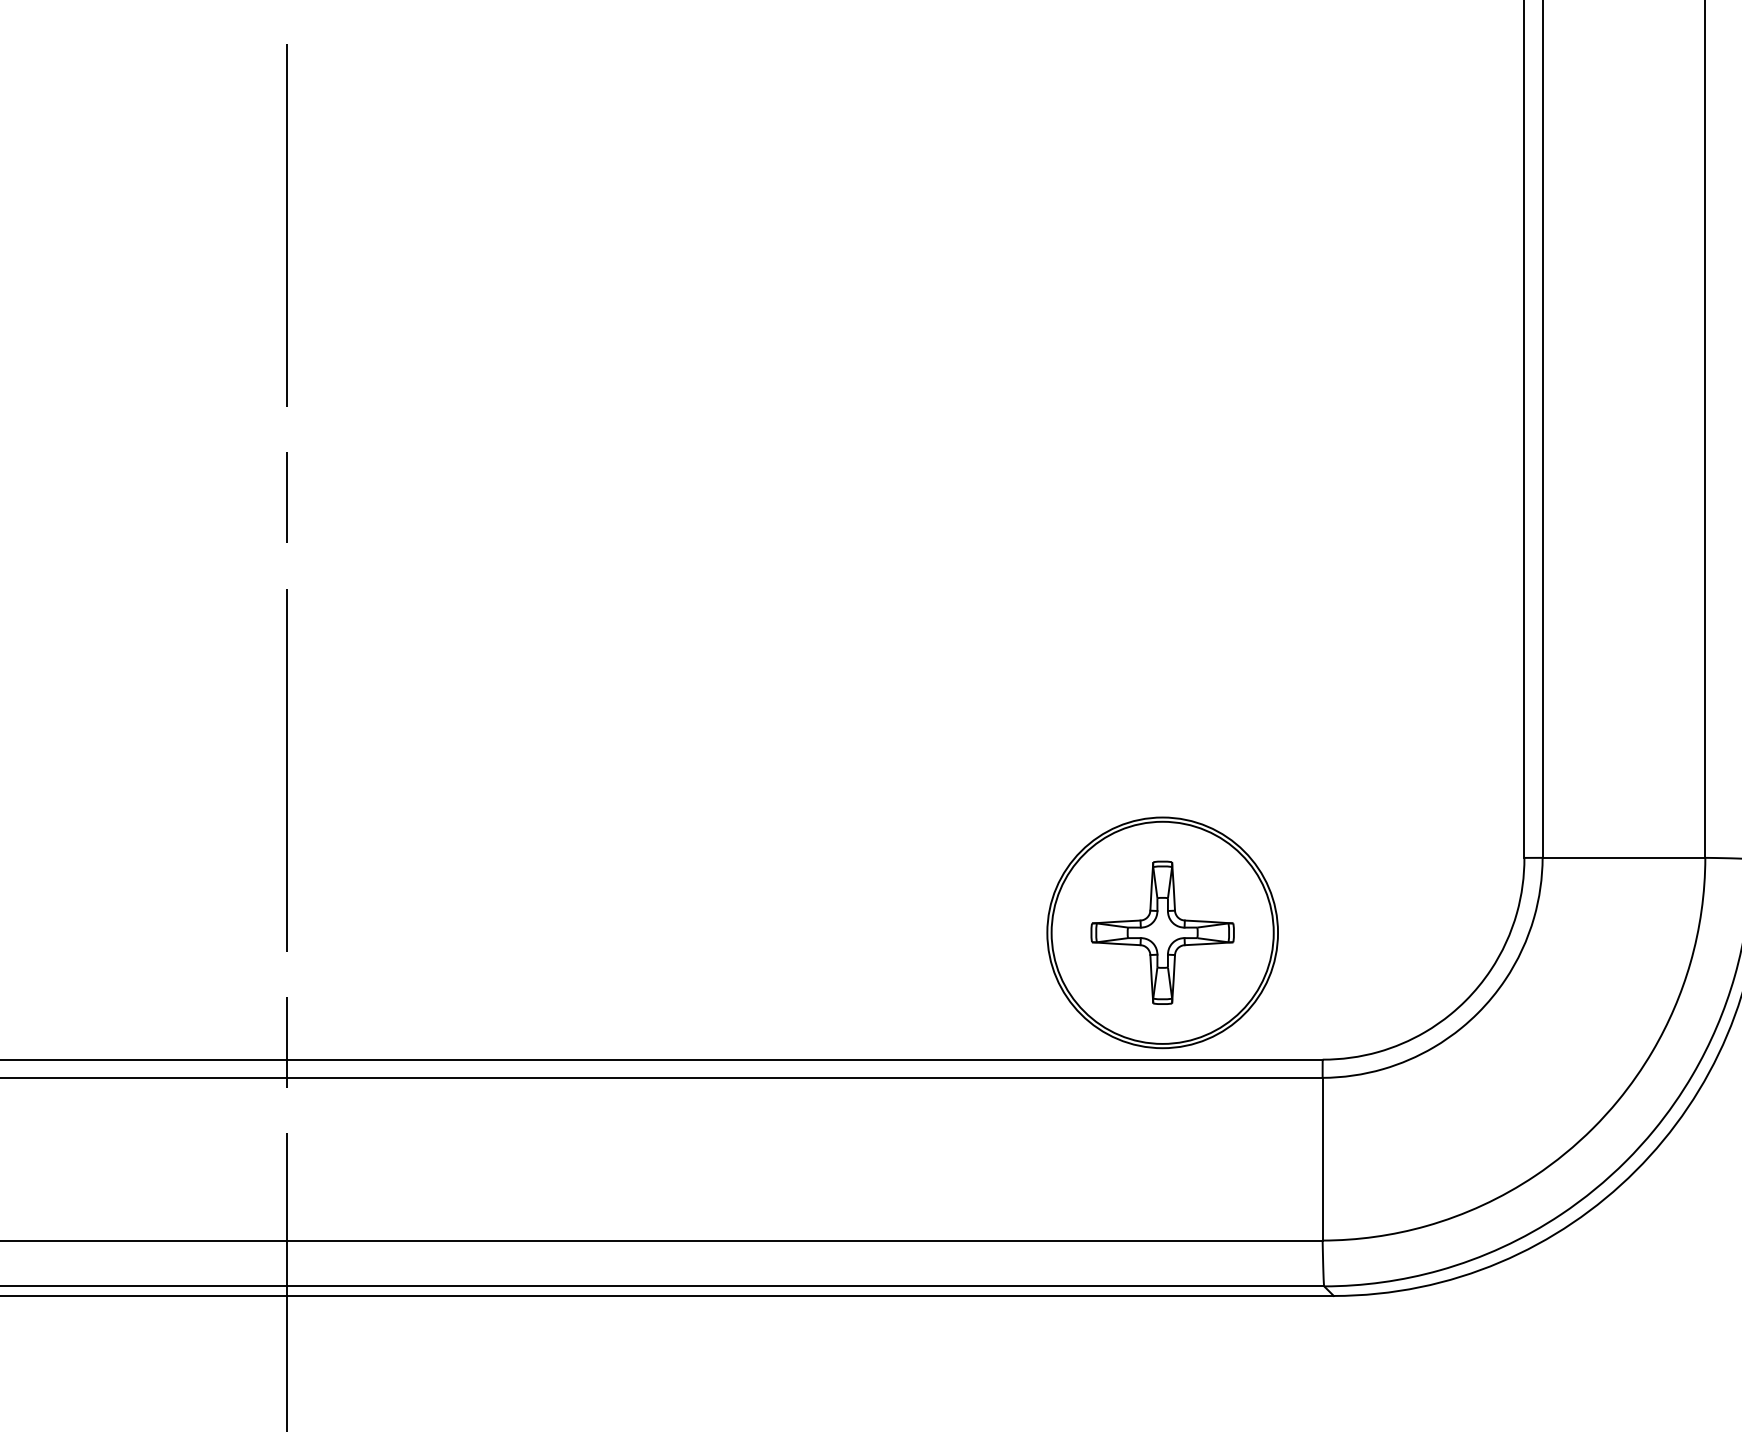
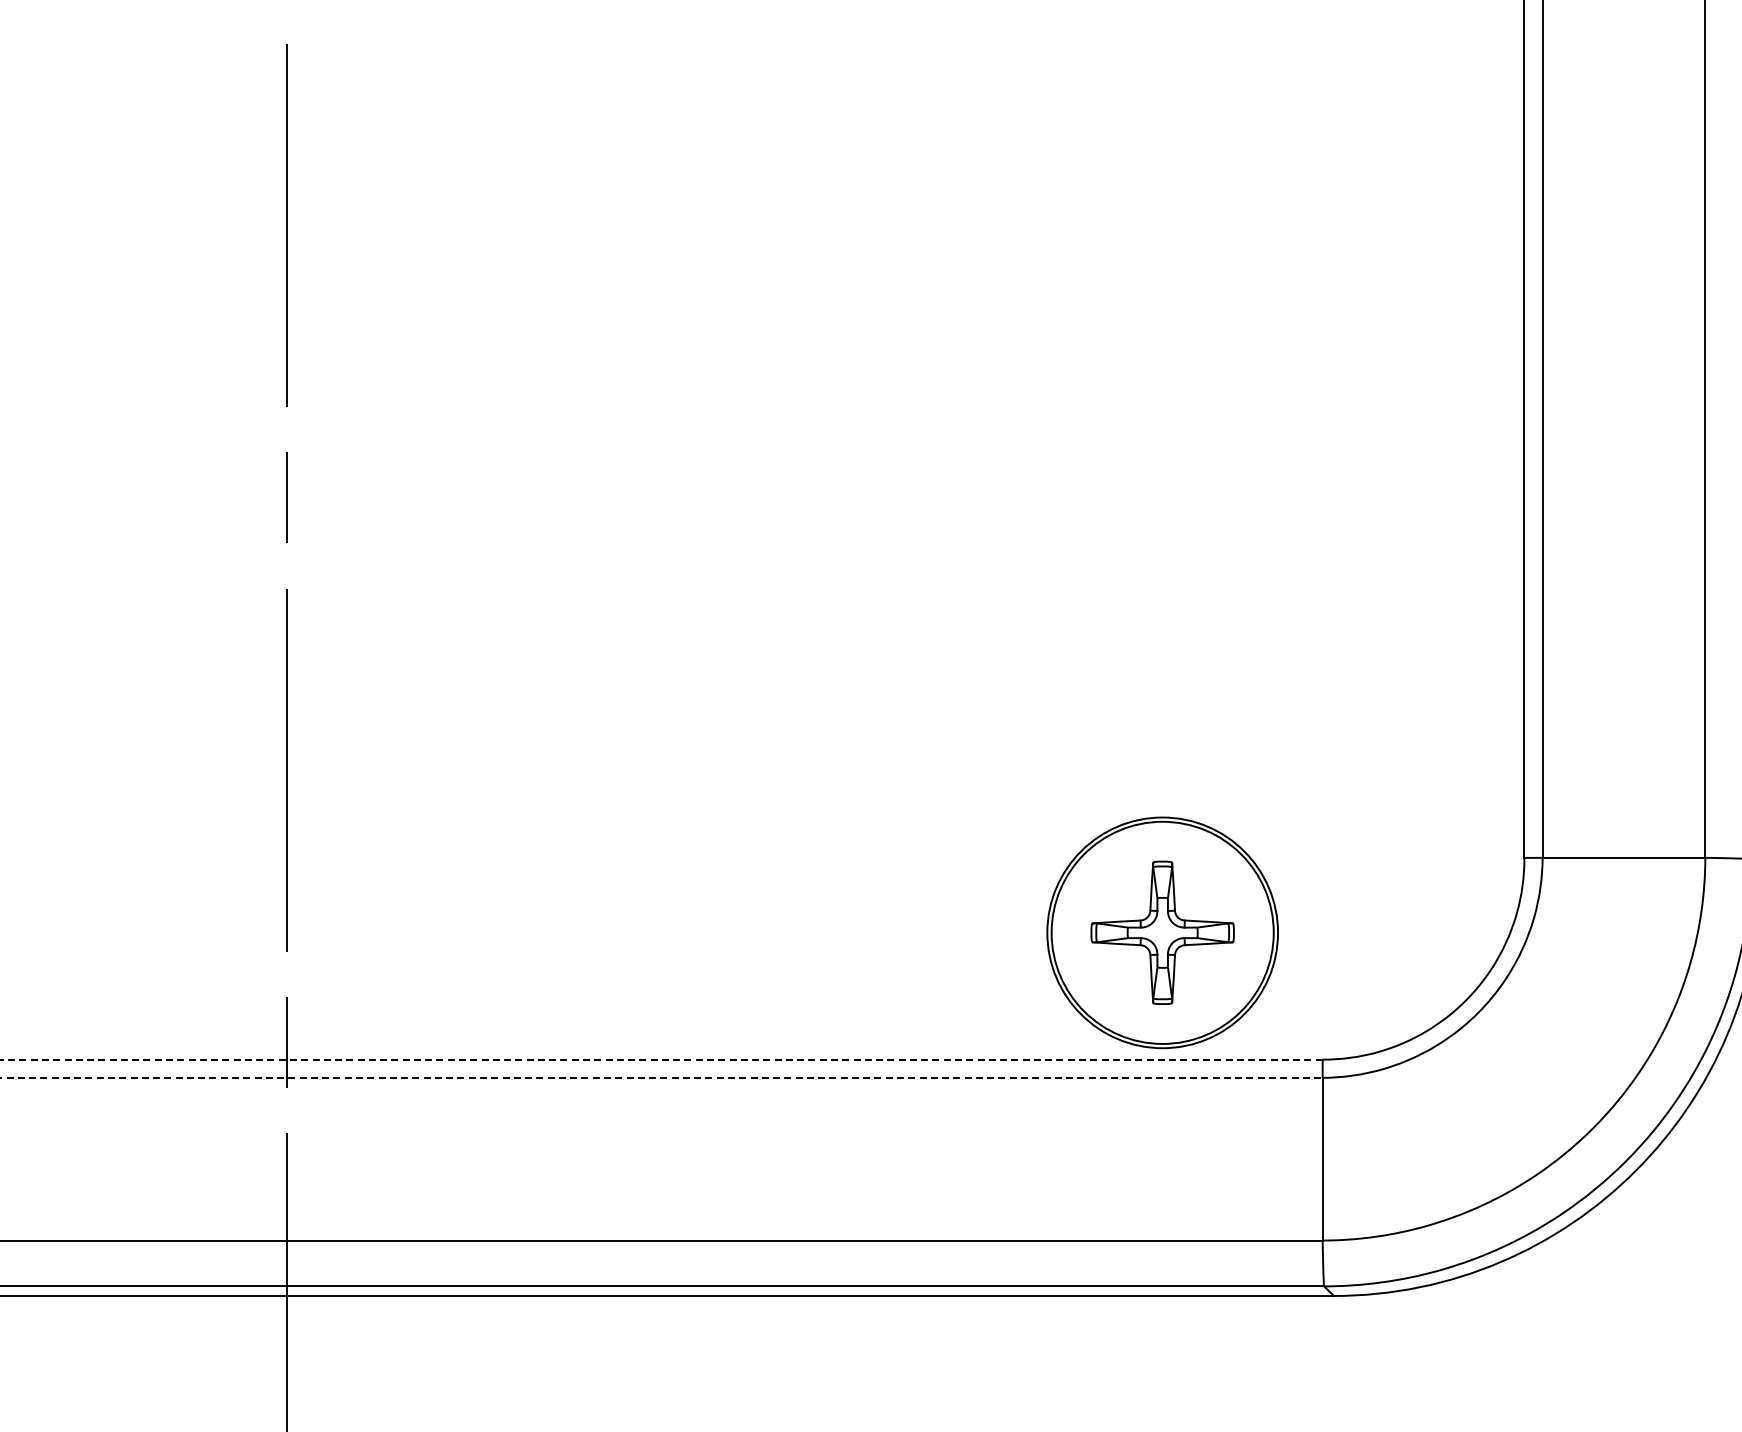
line at (660, 1059): solid -> dashed
line at (661, 1077): solid -> dashed
